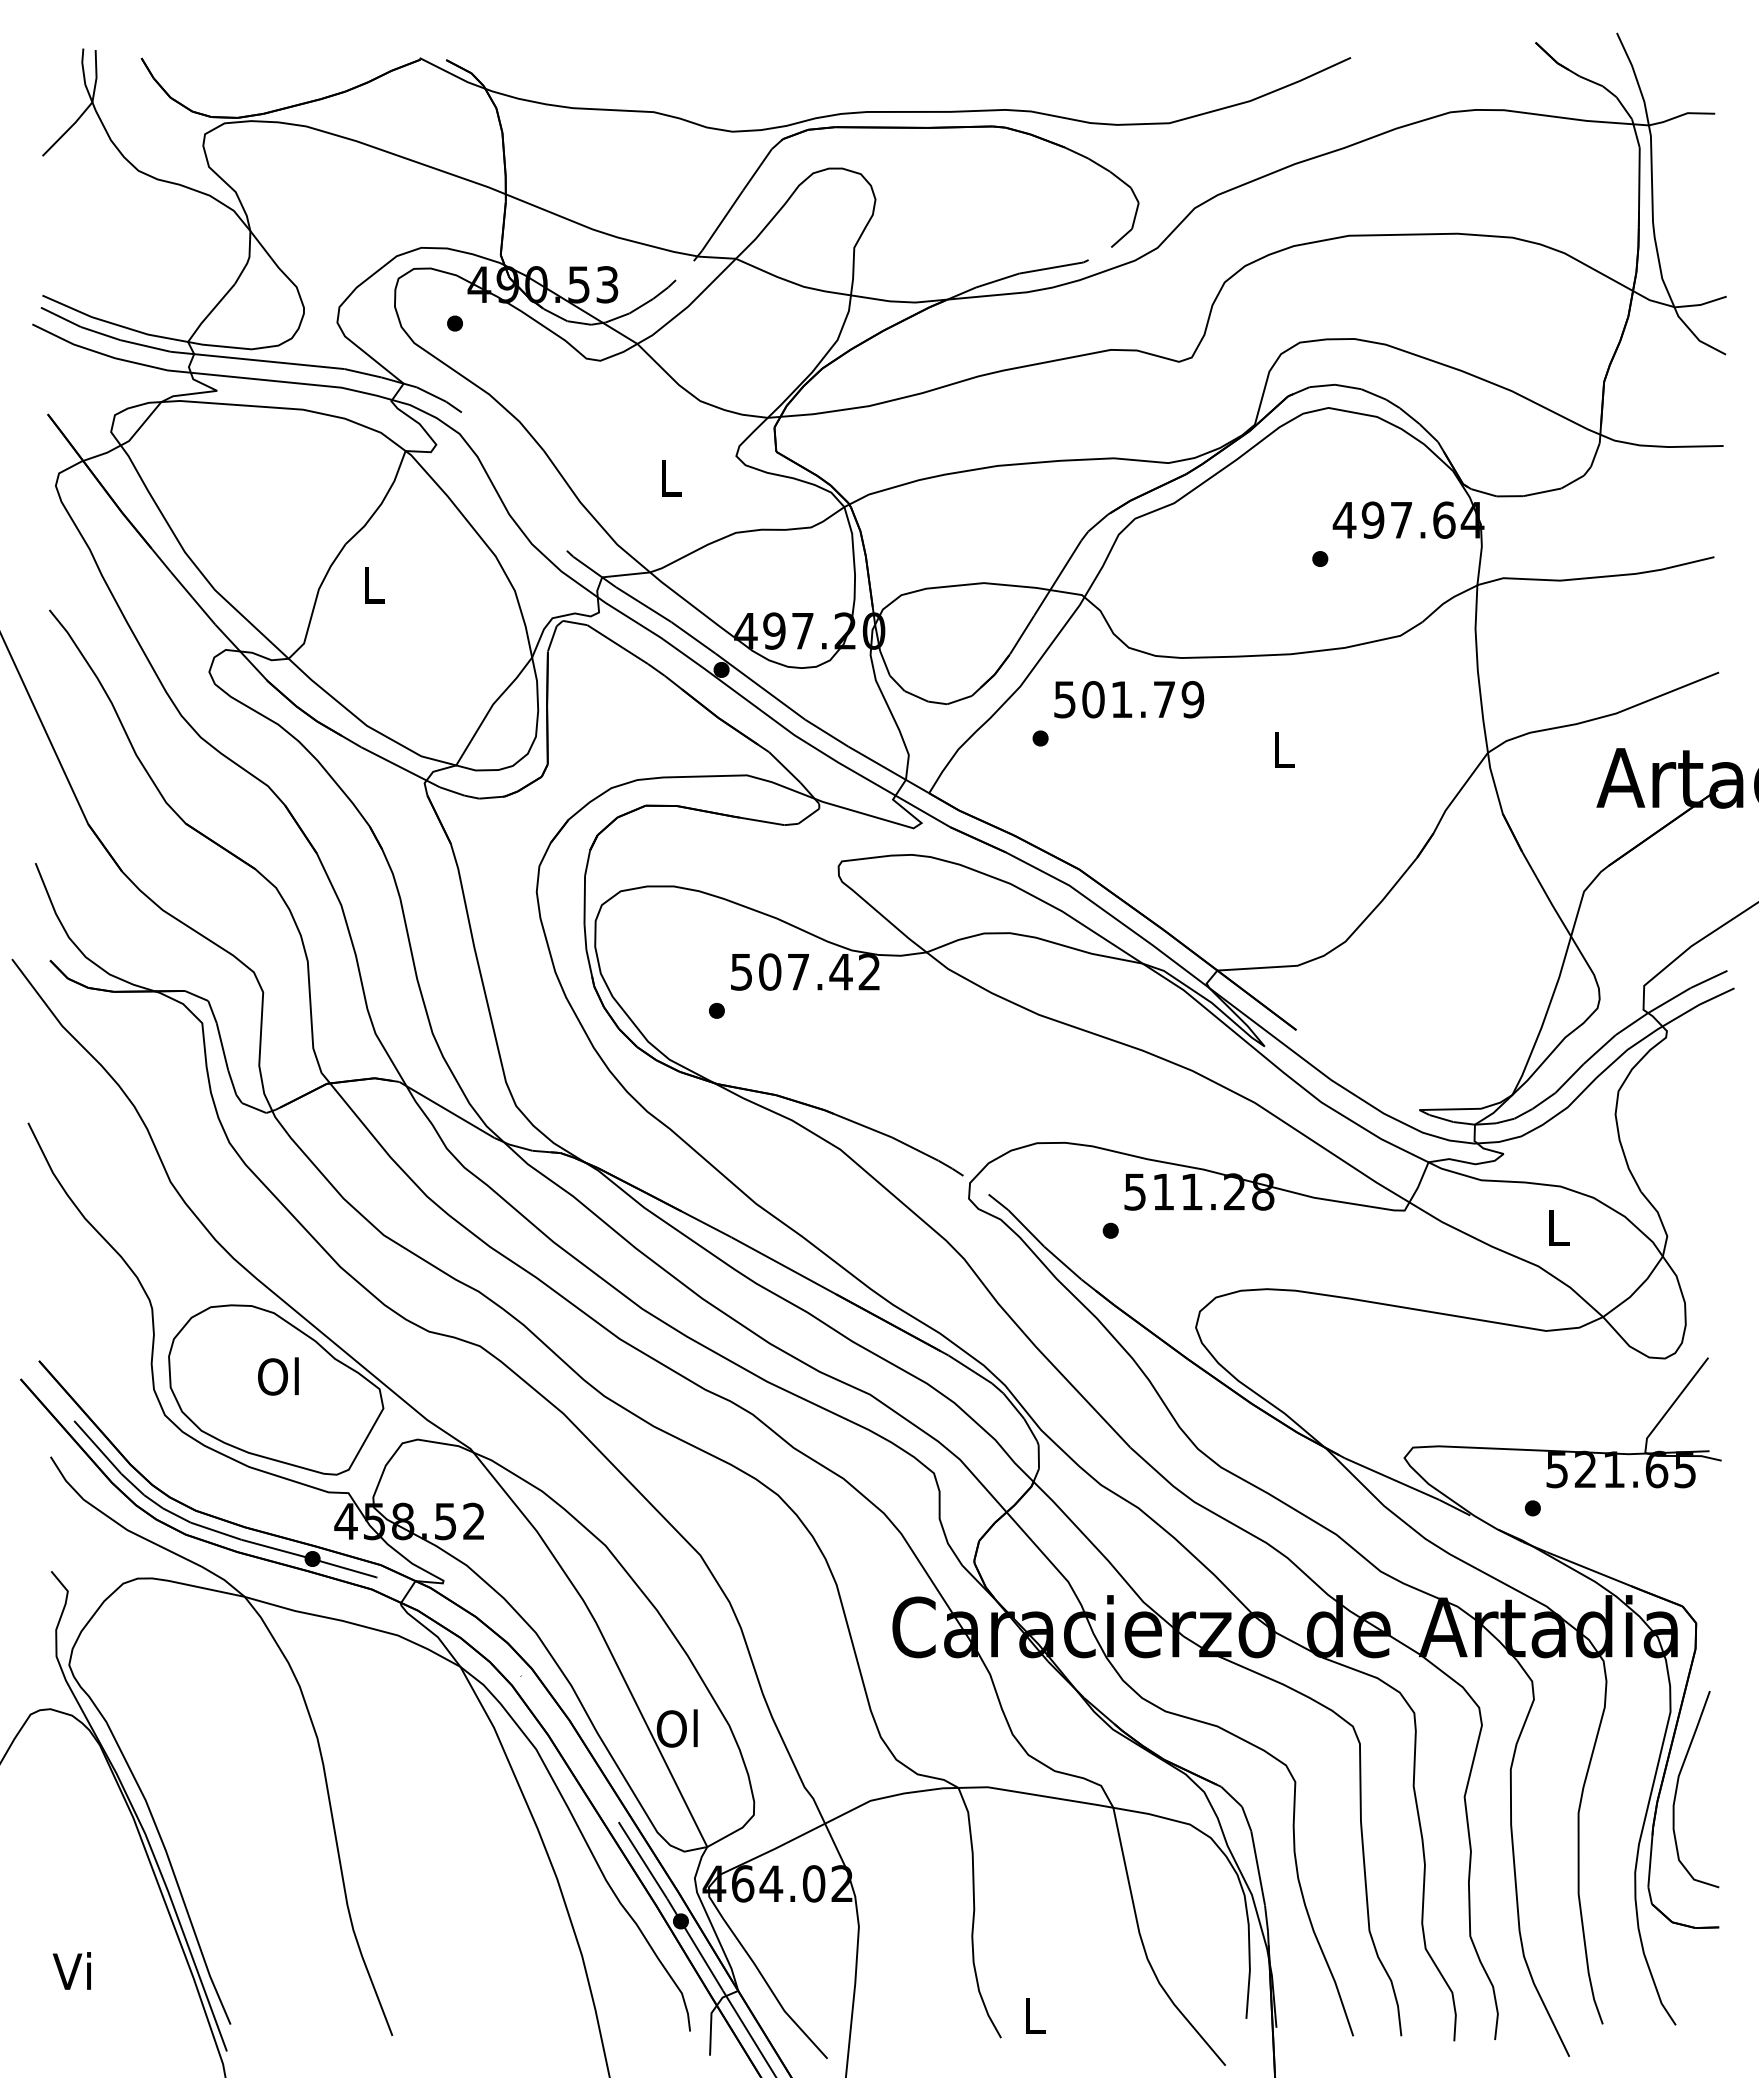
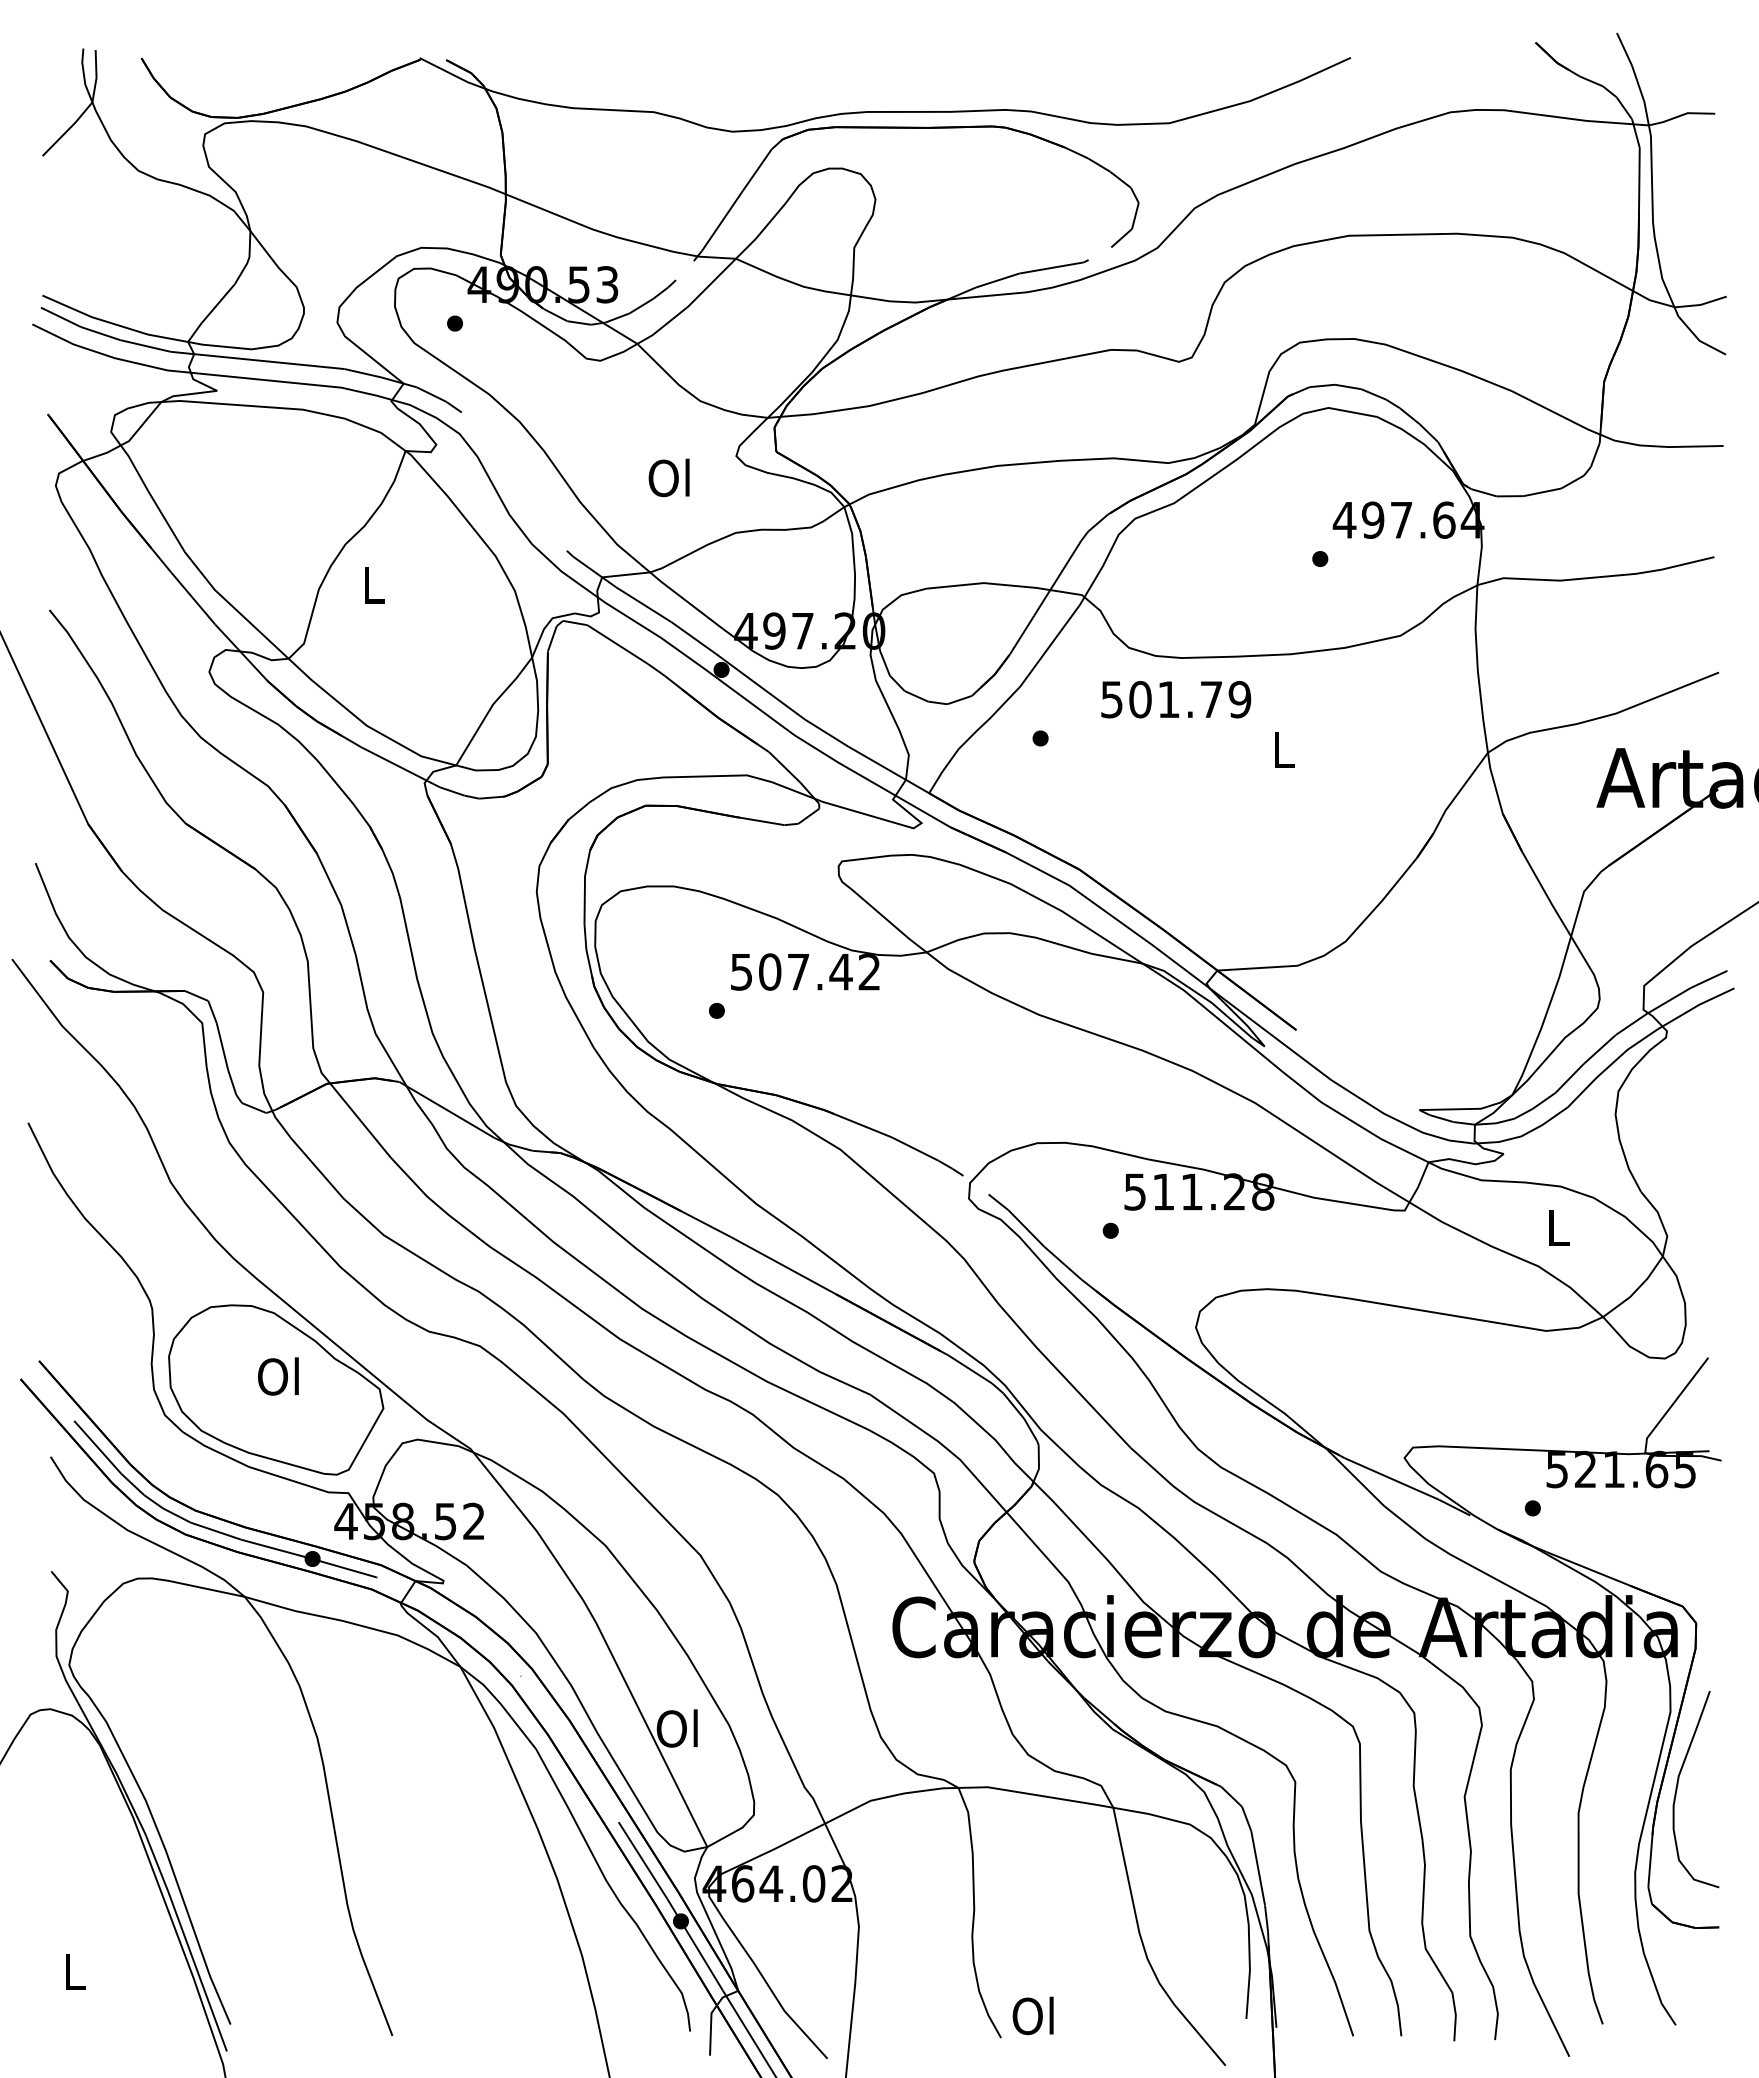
text at (668, 477): L -> Ol
text at (1129, 699) position: (1129, 699) -> (1176, 699)
text at (71, 1970): Vi -> L
text at (1032, 2015): L -> Ol
